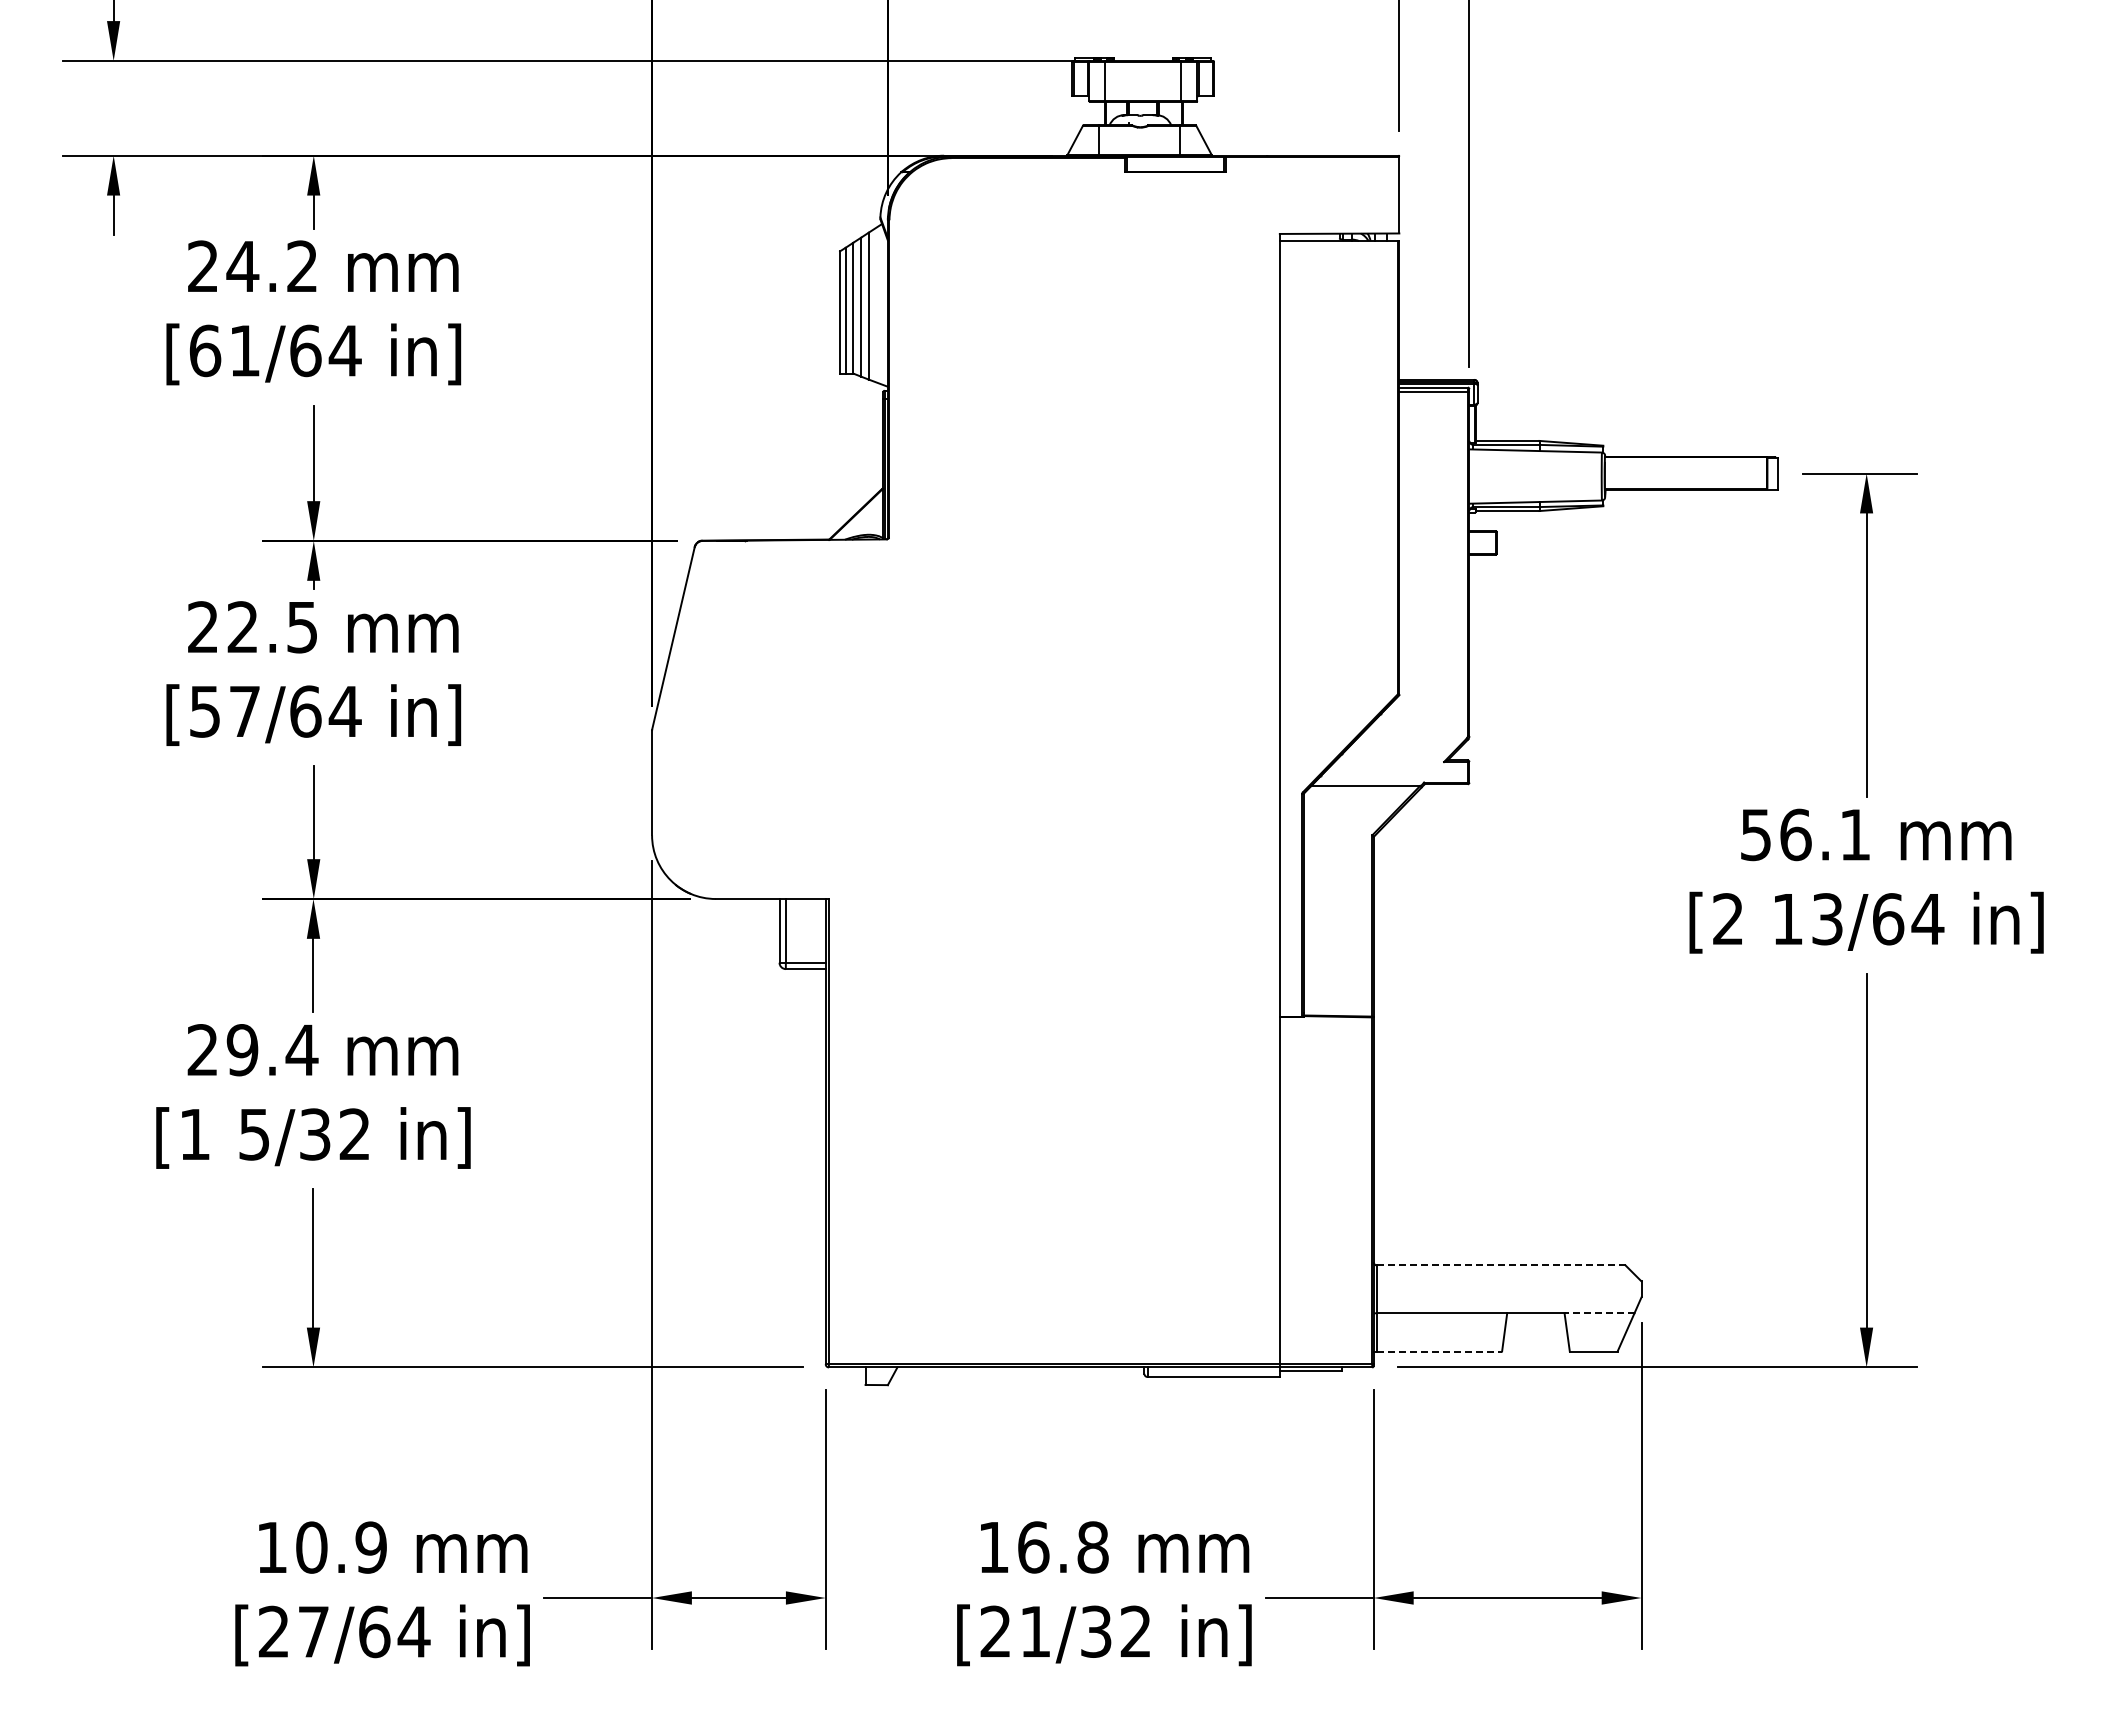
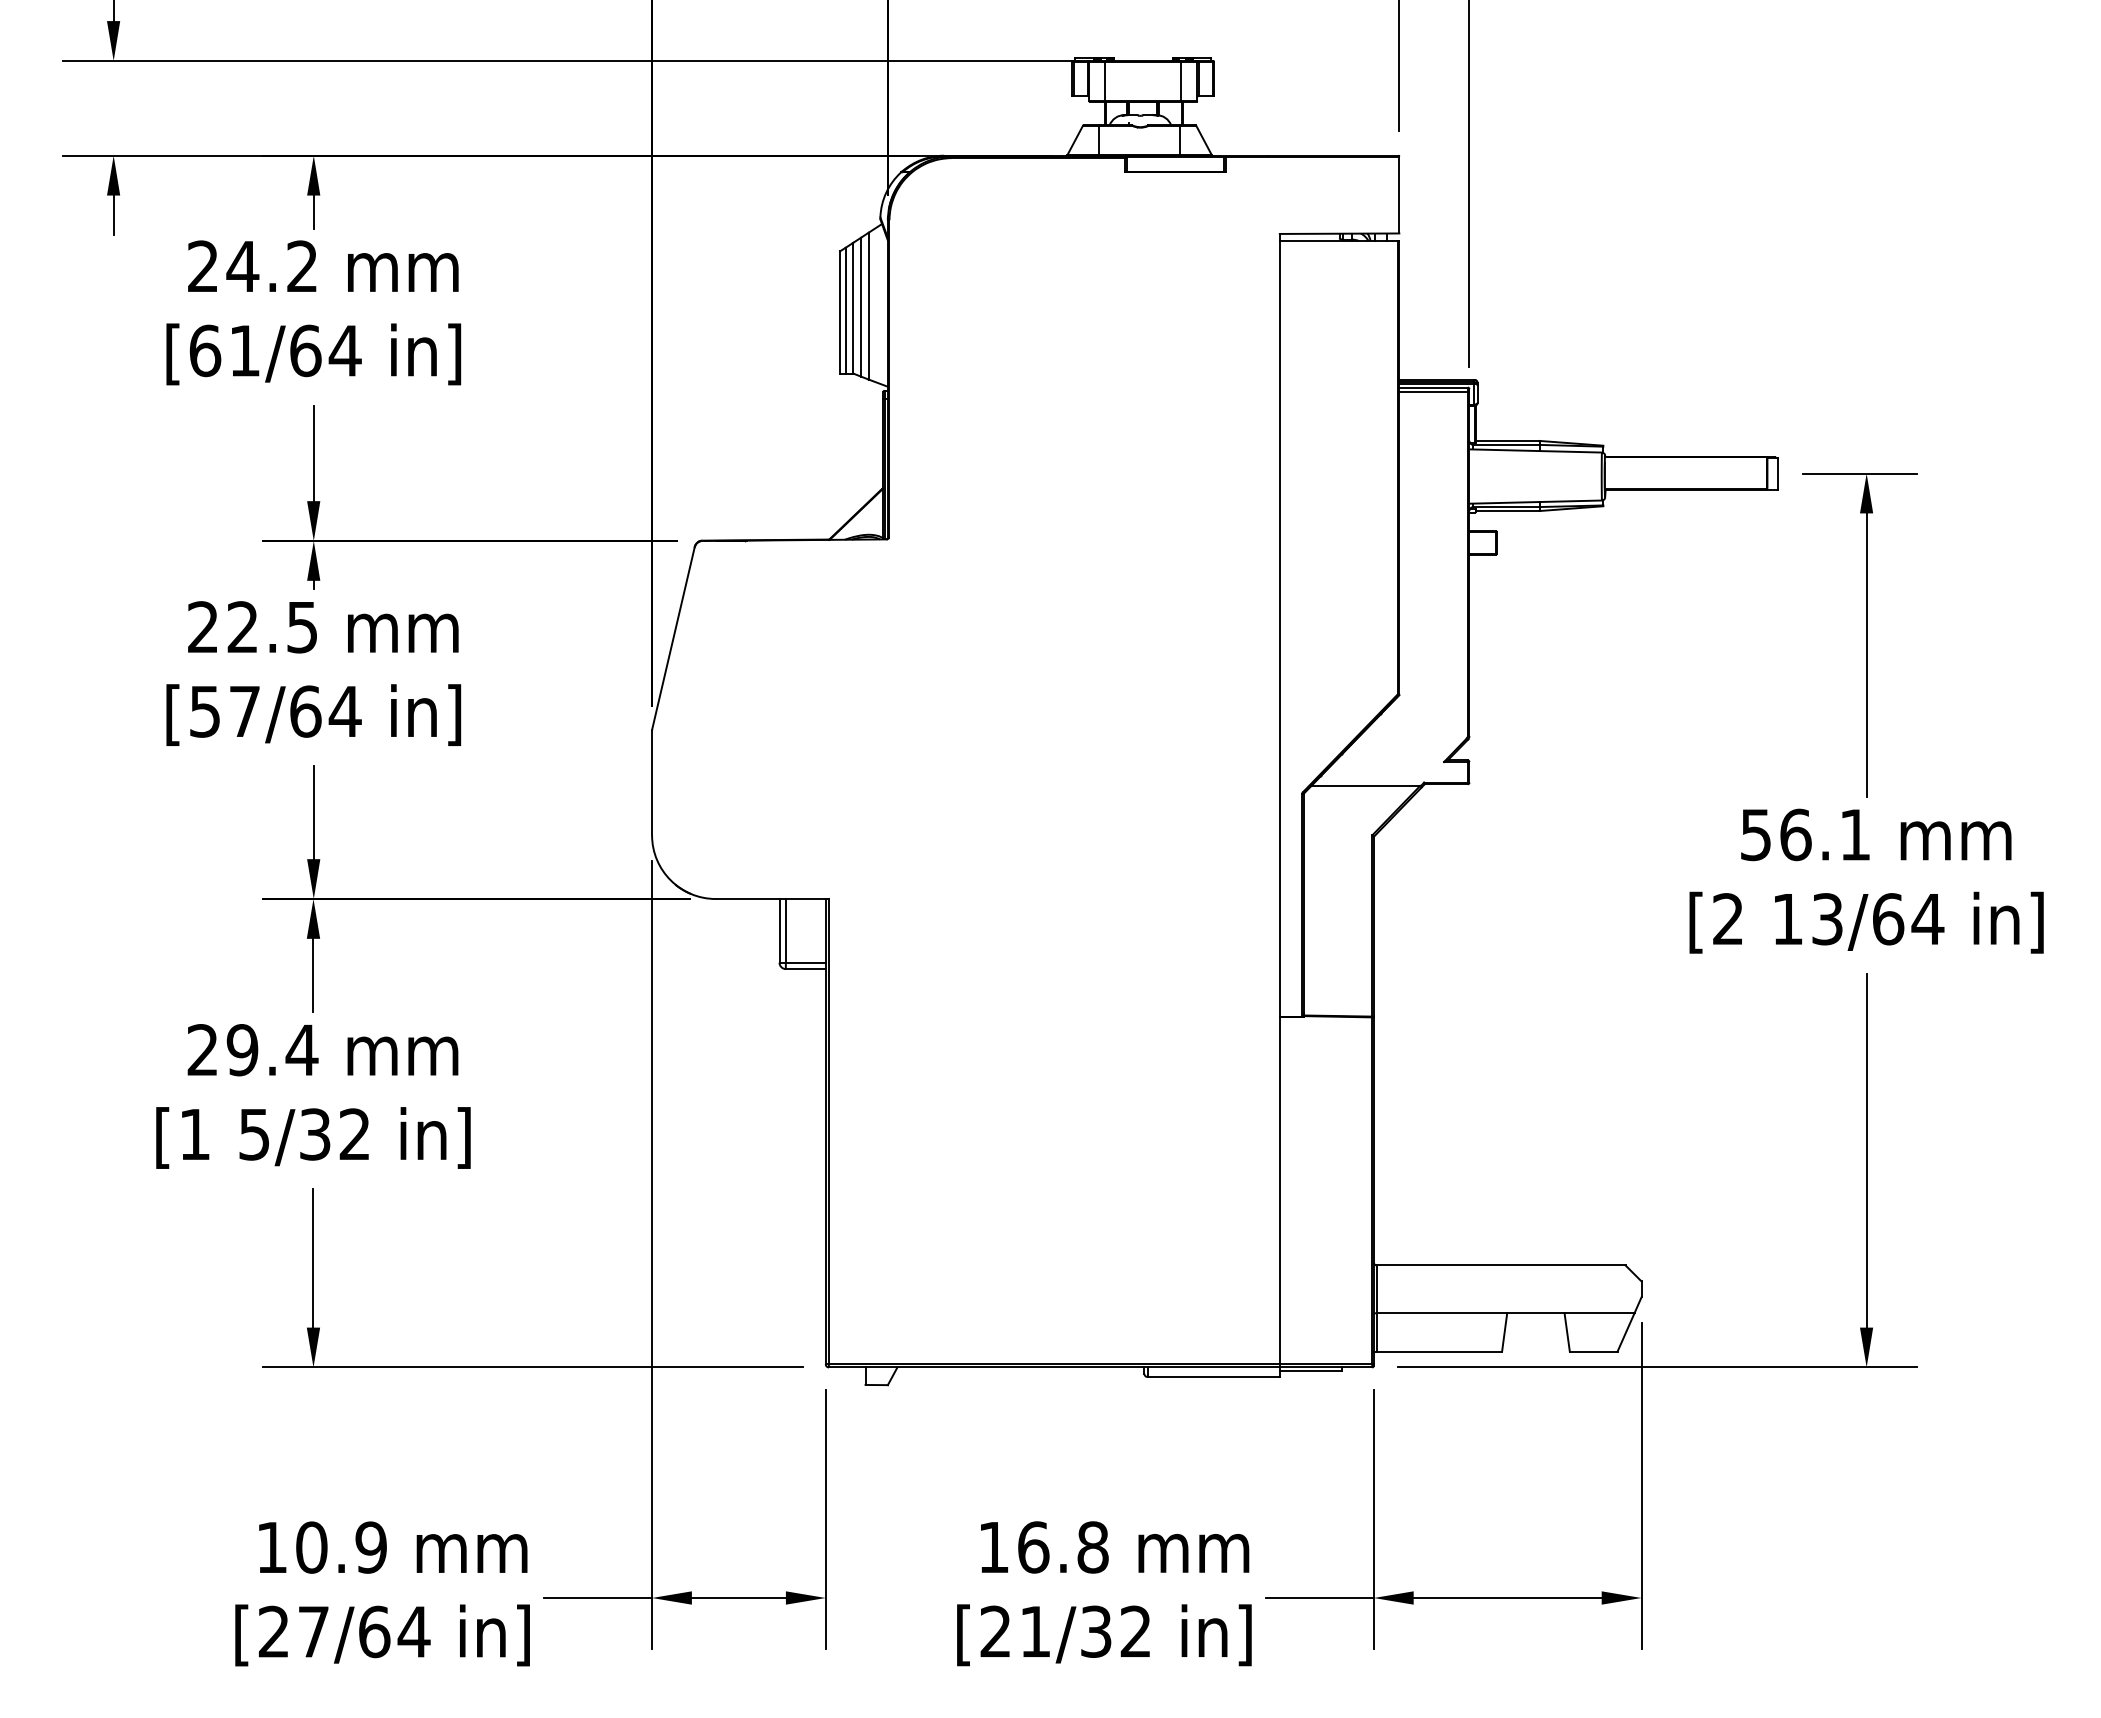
line at (1500, 1265): dashed -> solid
line at (1599, 1313): dashed -> solid
line at (1439, 1351): dashed -> solid
